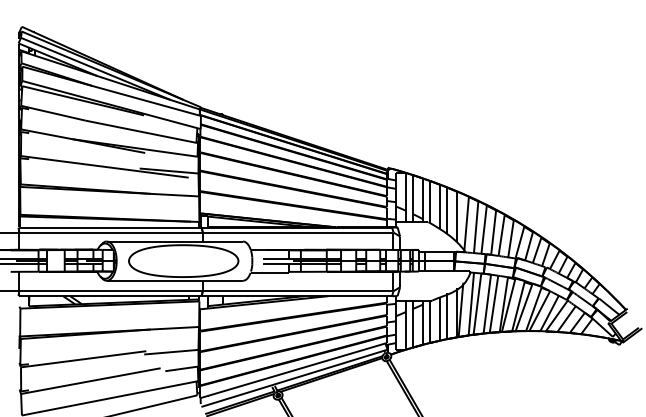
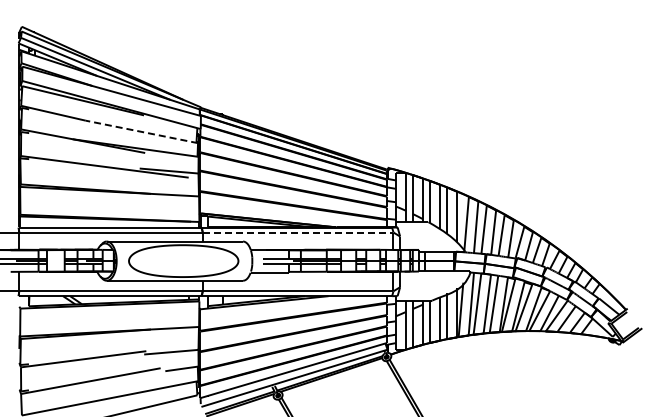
line at (141, 131): solid -> dashed
line at (298, 232): solid -> dashed
